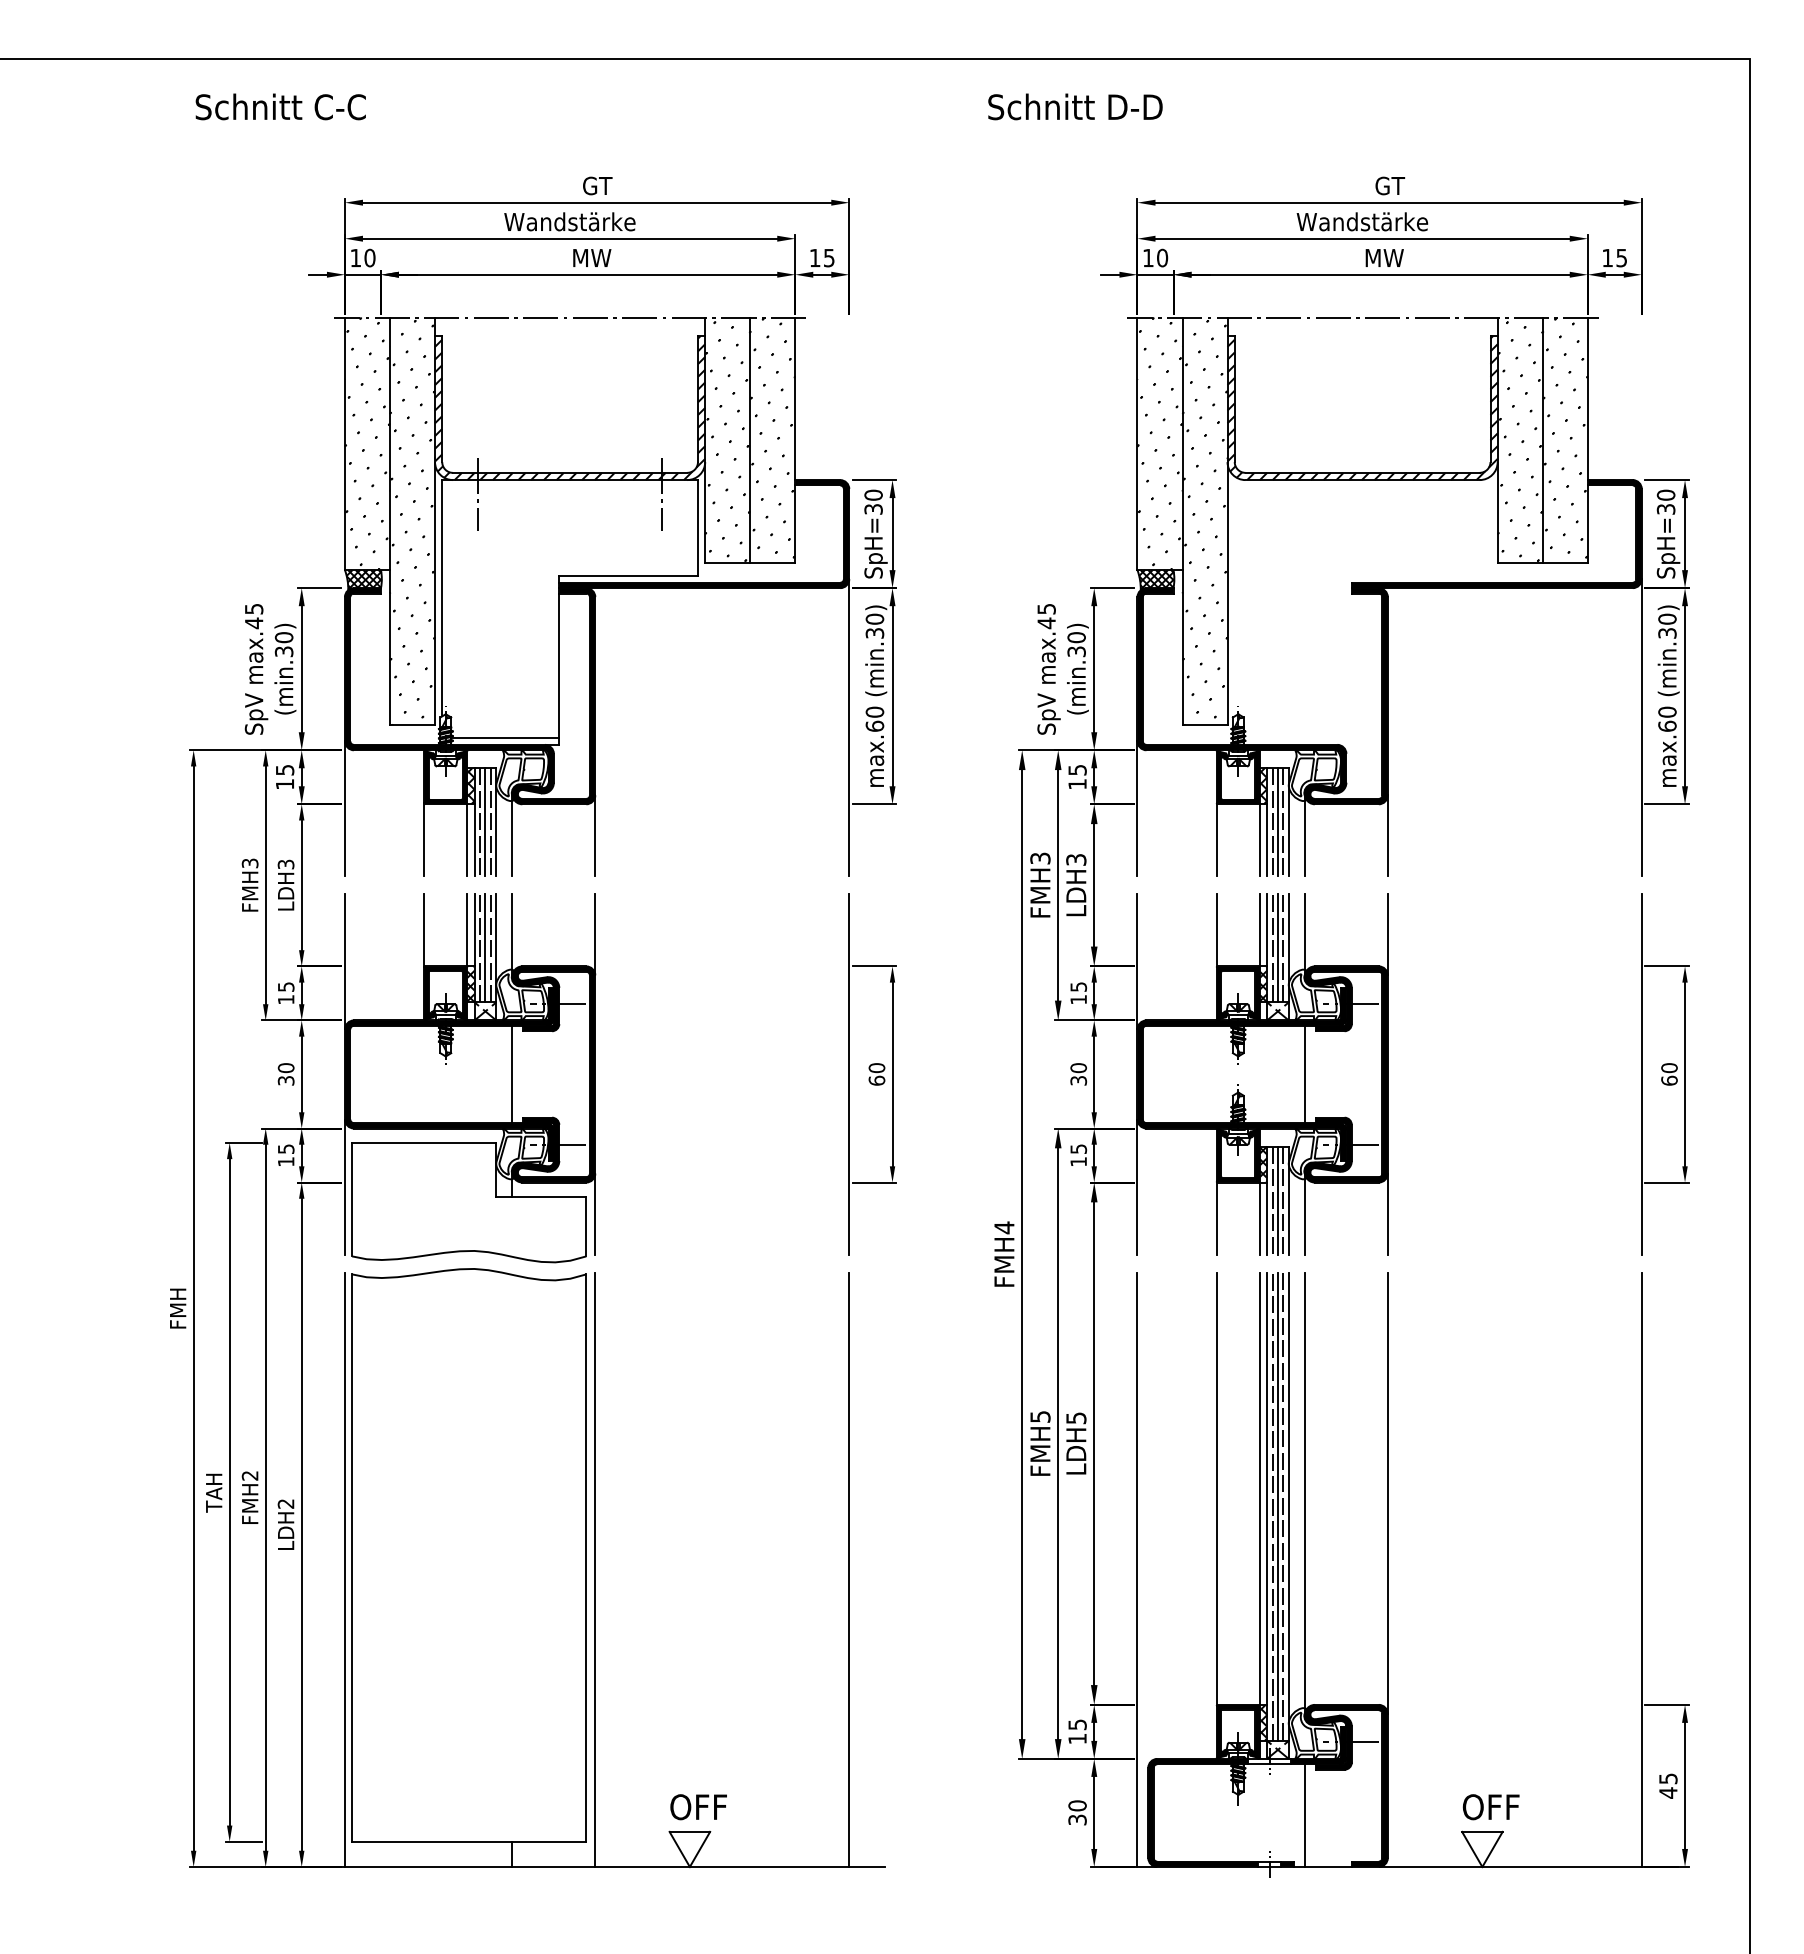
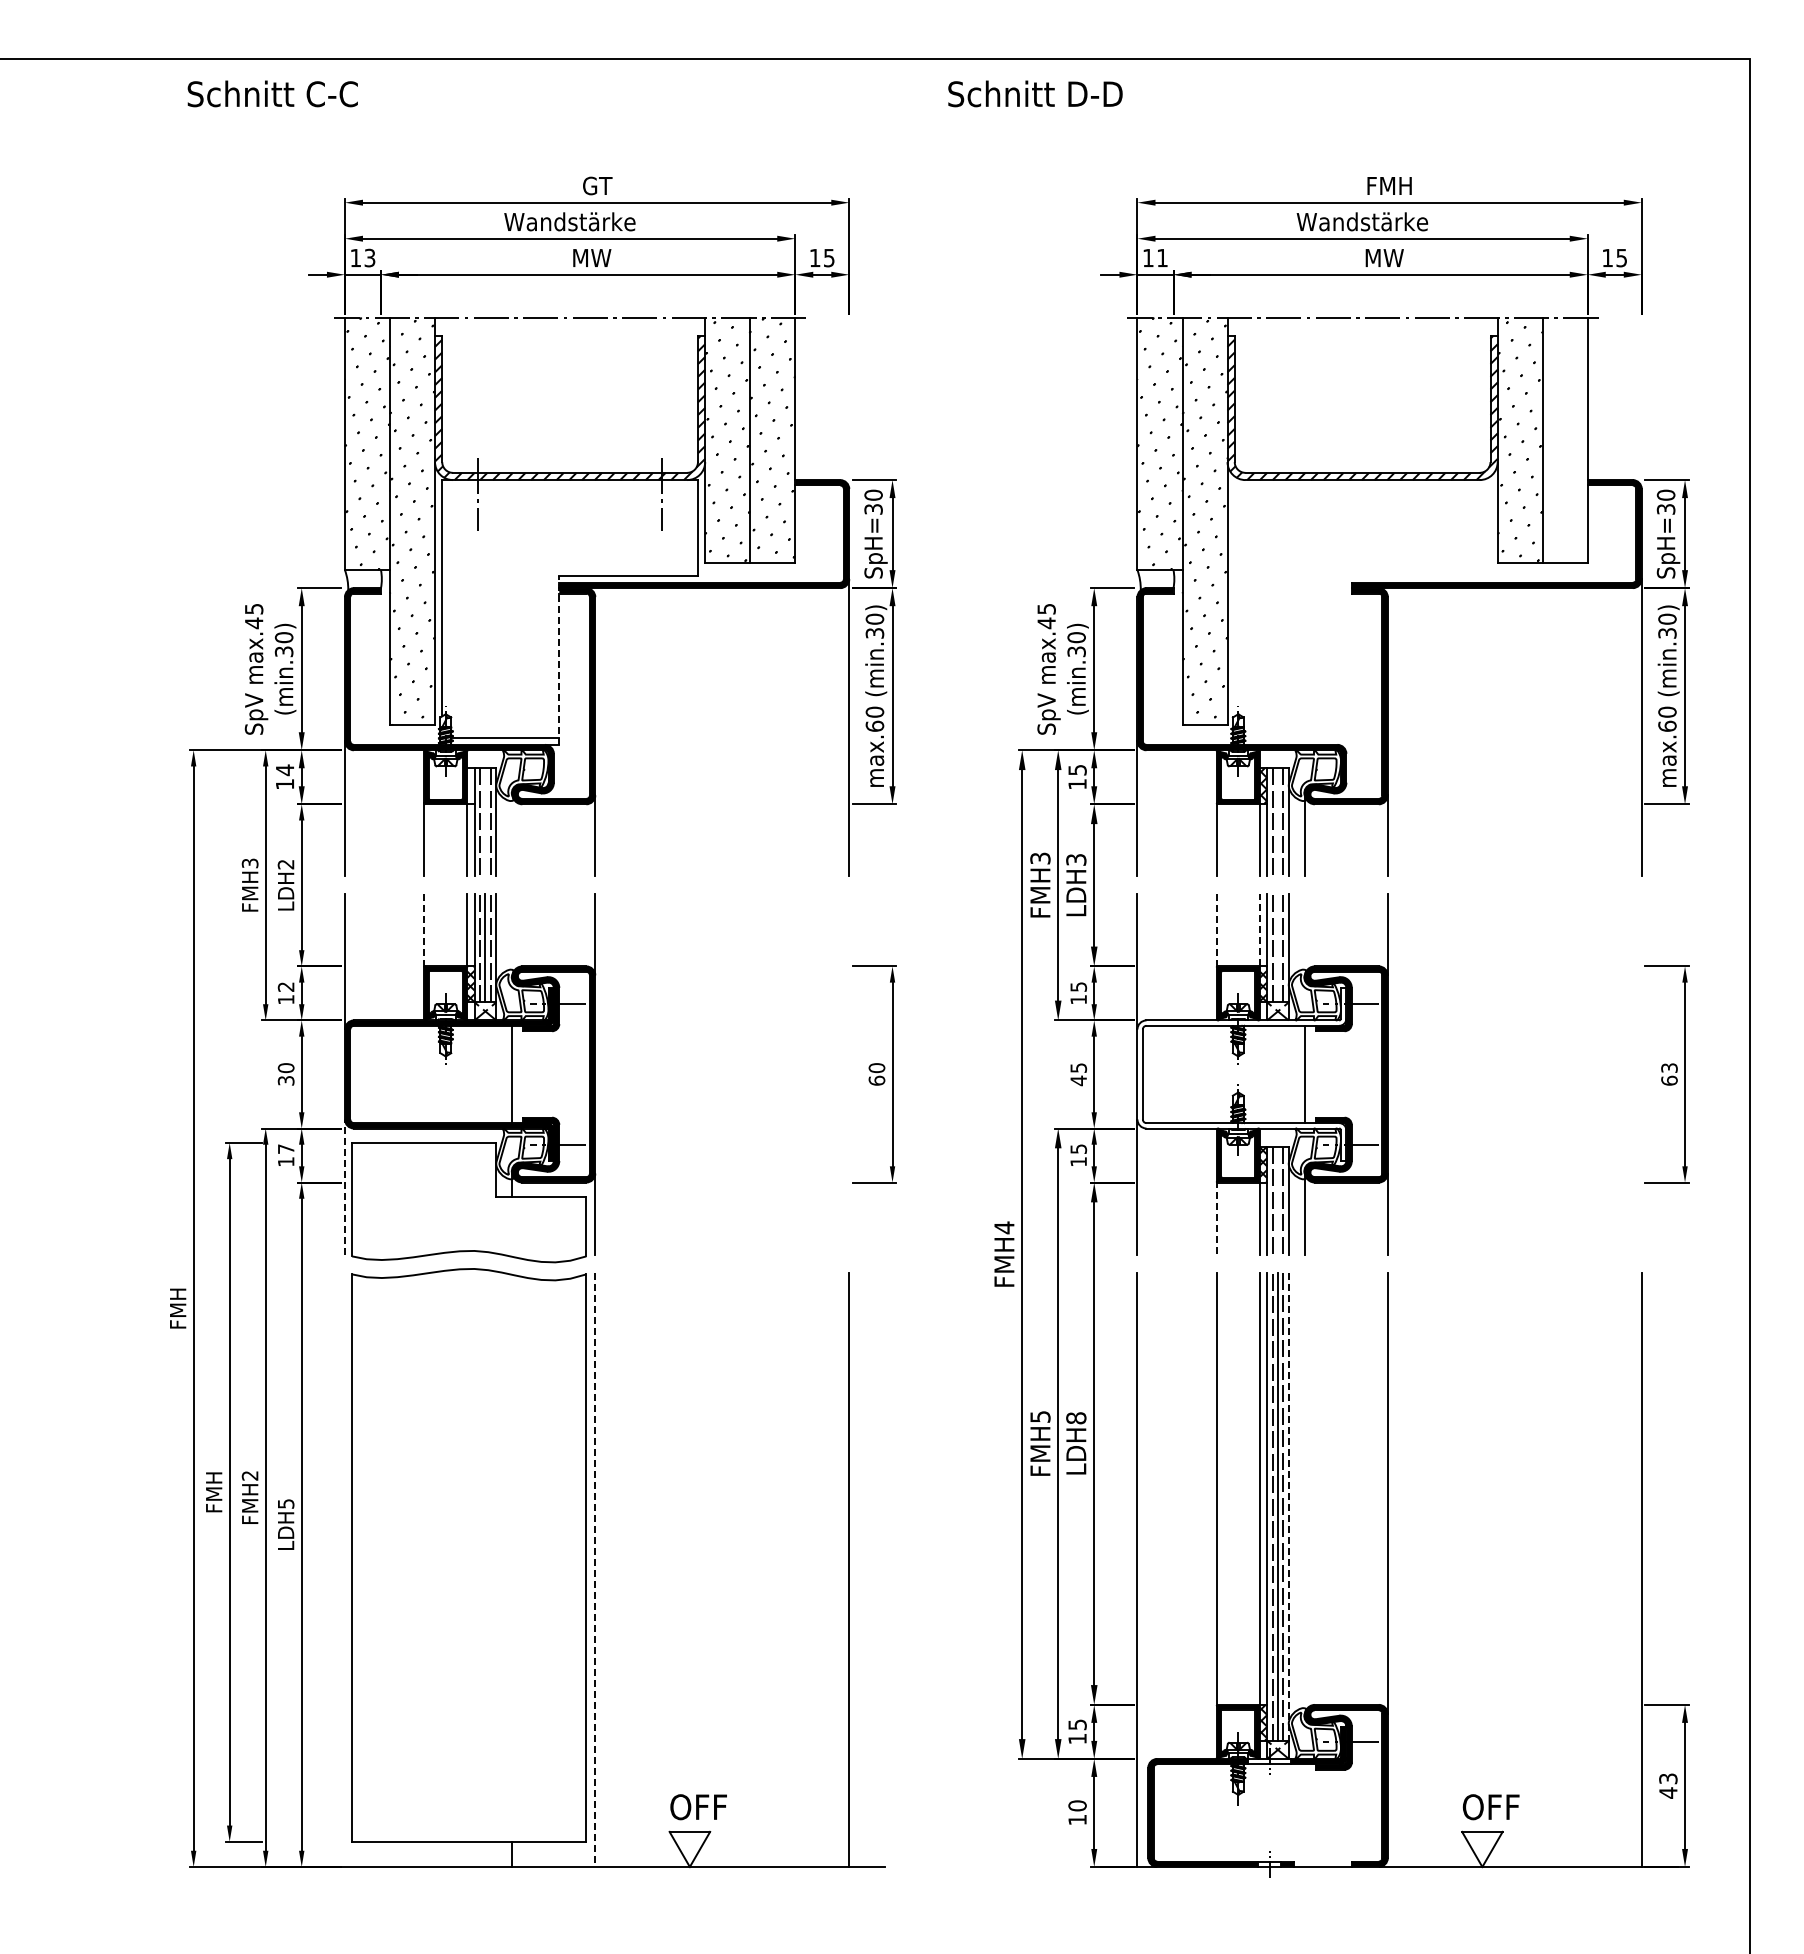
text at (280, 106) position: (280, 106) -> (272, 93)
text at (1075, 106) position: (1075, 106) -> (1035, 93)
text at (1389, 185): GT -> FMH
text at (369, 257): 10 -> 13
text at (1162, 257): 10 -> 11
hatch at (1564, 438): present -> none
hatch at (363, 579): present -> none
hatch at (1156, 579): present -> none
line at (559, 660): solid -> dashed
text at (285, 770): 15 -> 14
hatch at (470, 786): present -> none
line at (485, 822): present -> none
line at (1277, 822): present -> none
line at (512, 835): present -> none
text at (286, 864): LDH3 -> LDH2
line at (1259, 929): solid -> dashed
line at (424, 930): solid -> dashed
line at (1216, 930): solid -> dashed
line at (512, 935): present -> none
line at (1304, 935): present -> none
line at (1277, 948): present -> none
text at (285, 986): 15 -> 12
text at (1669, 1068): 60 -> 63
line at (849, 1074): present -> none
text at (1078, 1074): 30 -> 45
fill at (1241, 1074): present -> none
line at (1641, 1074): present -> none
text at (286, 1148): 15 -> 17
line at (344, 1187): solid -> dashed
line at (1277, 1200): present -> none
line at (1216, 1218): solid -> dashed
text at (1076, 1418): LDH5 -> LDH8
text at (214, 1492): TAH -> FMH
line at (1304, 1492): present -> none
text at (285, 1503): LDH2 -> LDH5
line at (1288, 1507): solid -> dashed
line at (344, 1569): present -> none
line at (595, 1570): solid -> dashed
text at (1667, 1778): 45 -> 43
line at (1304, 1815): present -> none
text at (1077, 1819): 30 -> 10
